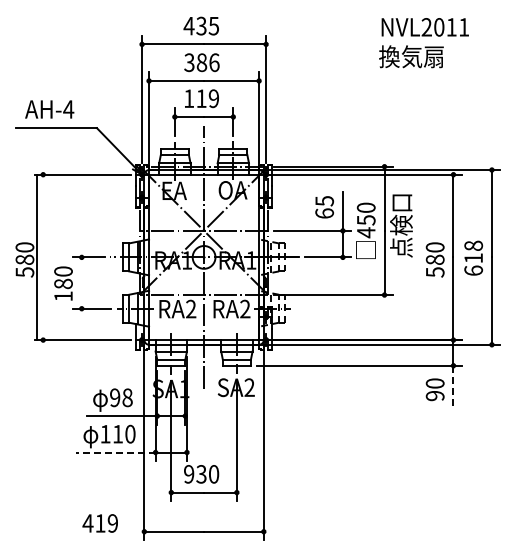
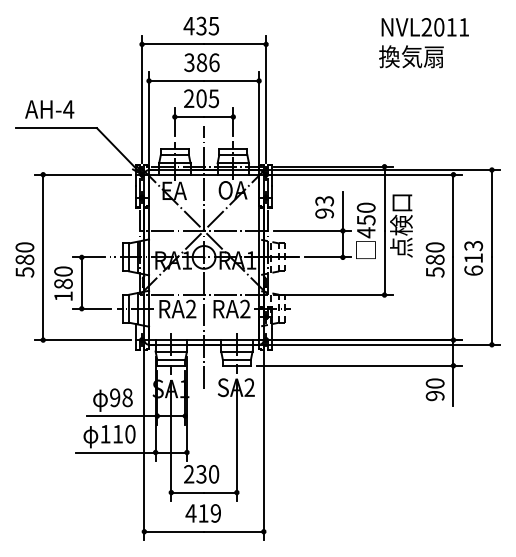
text at (201, 98): 119 -> 205
text at (324, 207): 65 -> 93
text at (473, 245): 618 -> 613
line at (37, 257) position: (37, 257) -> (43, 257)
line at (81, 282): none -> present
line at (453, 386): dashed -> solid
line at (115, 452): dashed -> solid
text at (189, 474): 930 -> 230
text at (99, 523) position: (99, 523) -> (202, 513)
